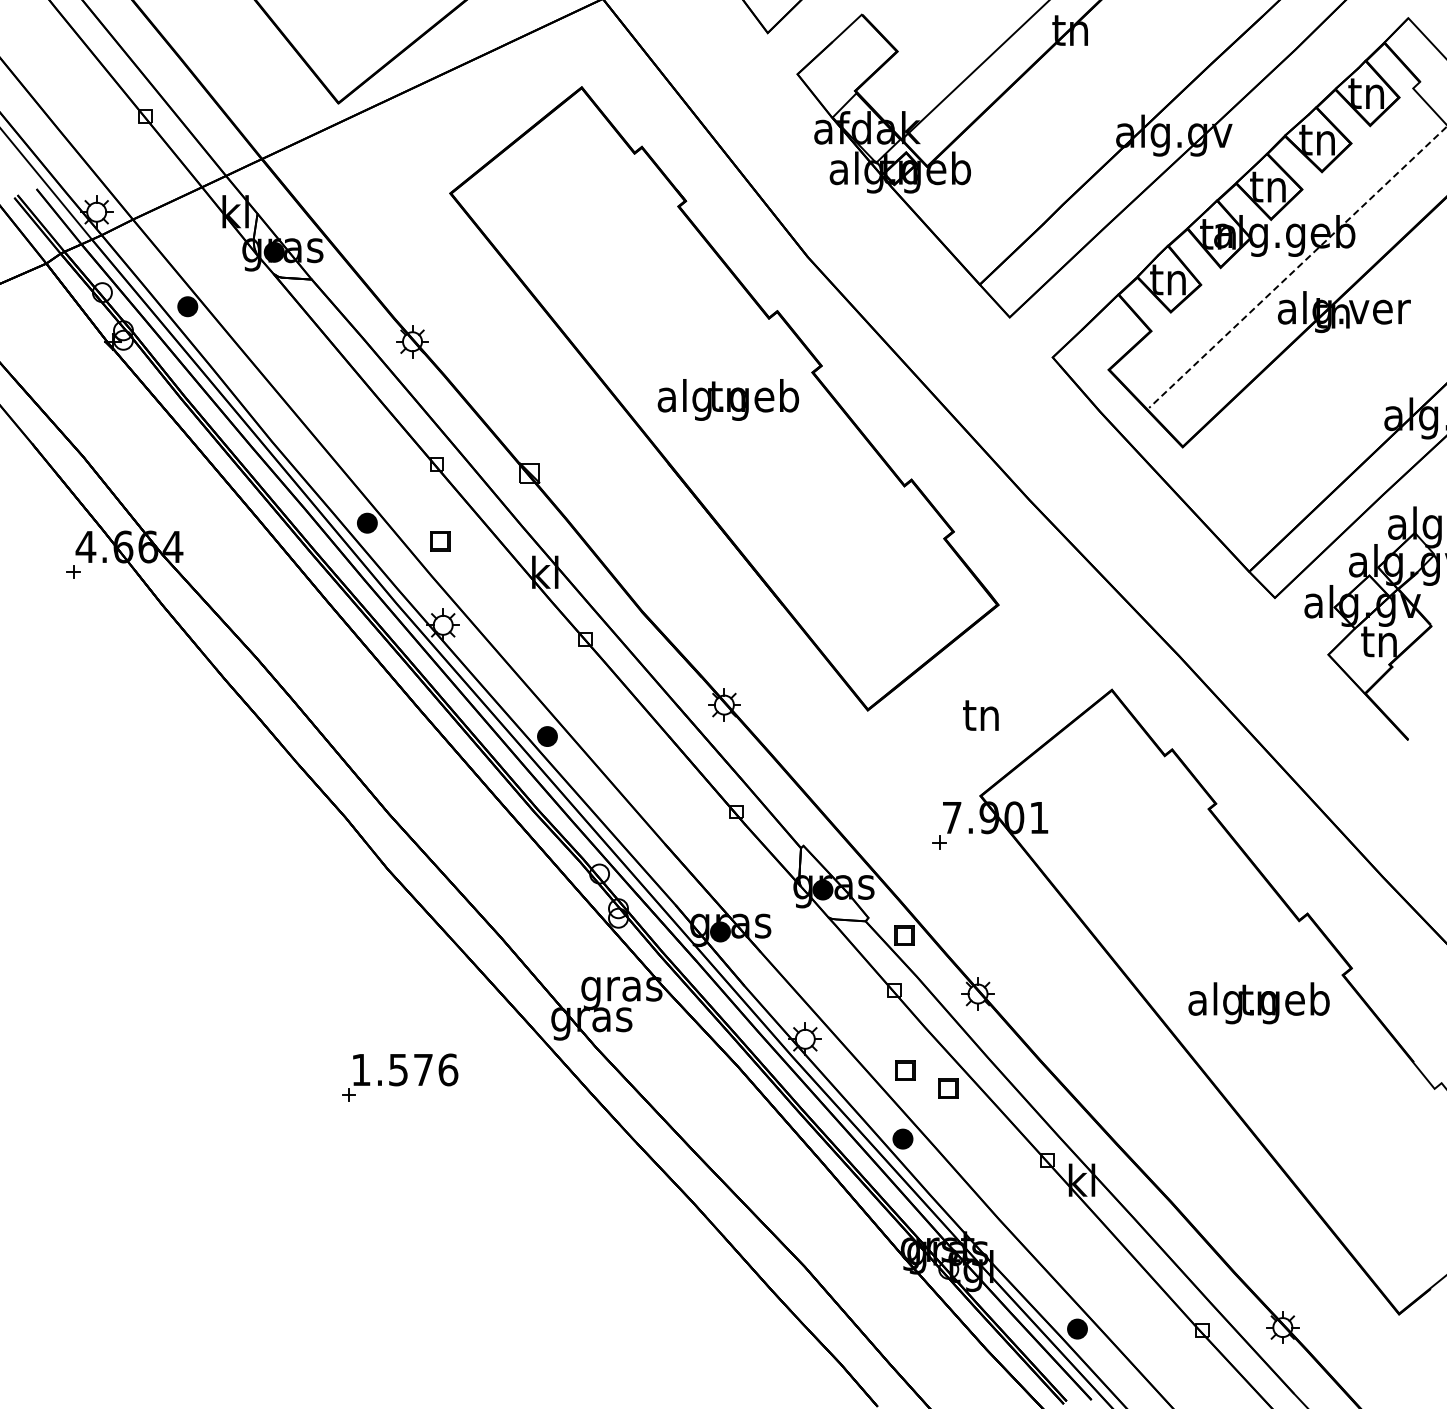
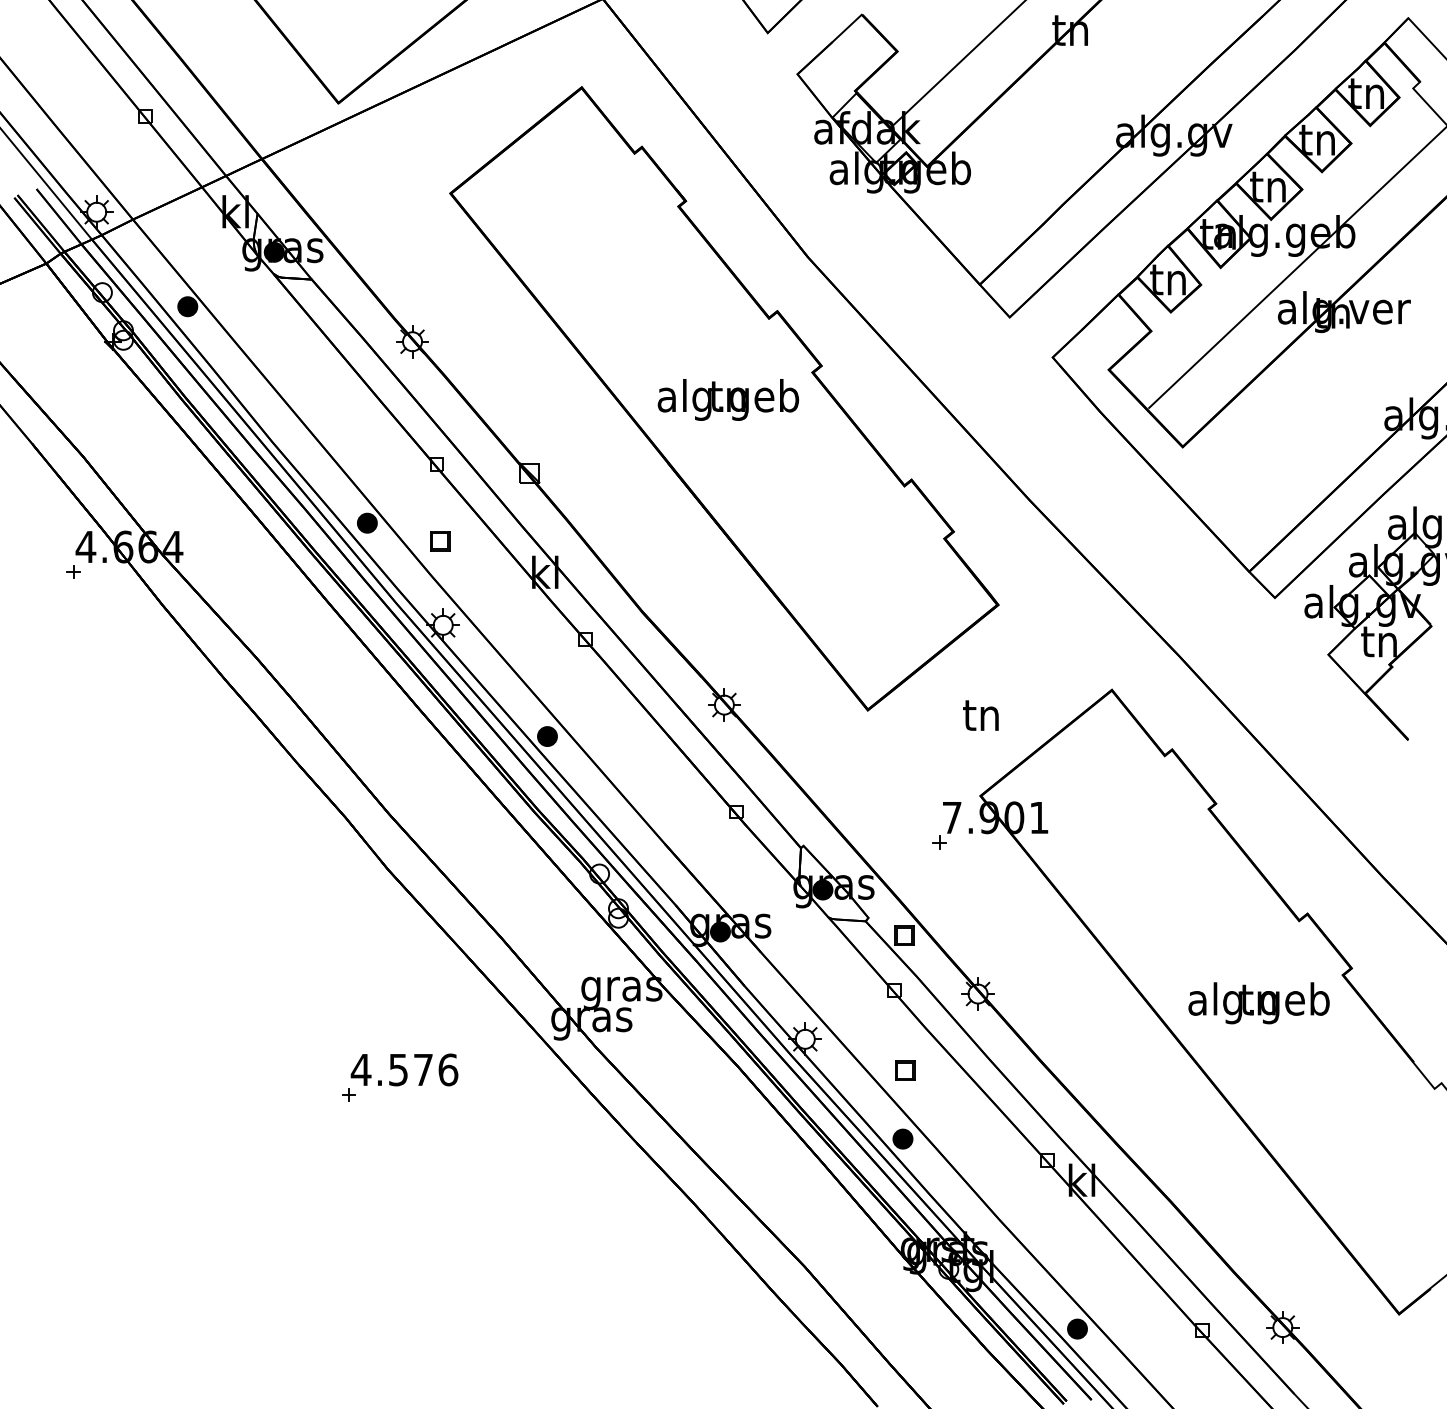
line at (975, 70) position: (975, 70) -> (957, 64)
line at (1297, 267): dashed -> solid
text at (360, 1069): 1.576 -> 4.576
part at (948, 1088): present -> none
